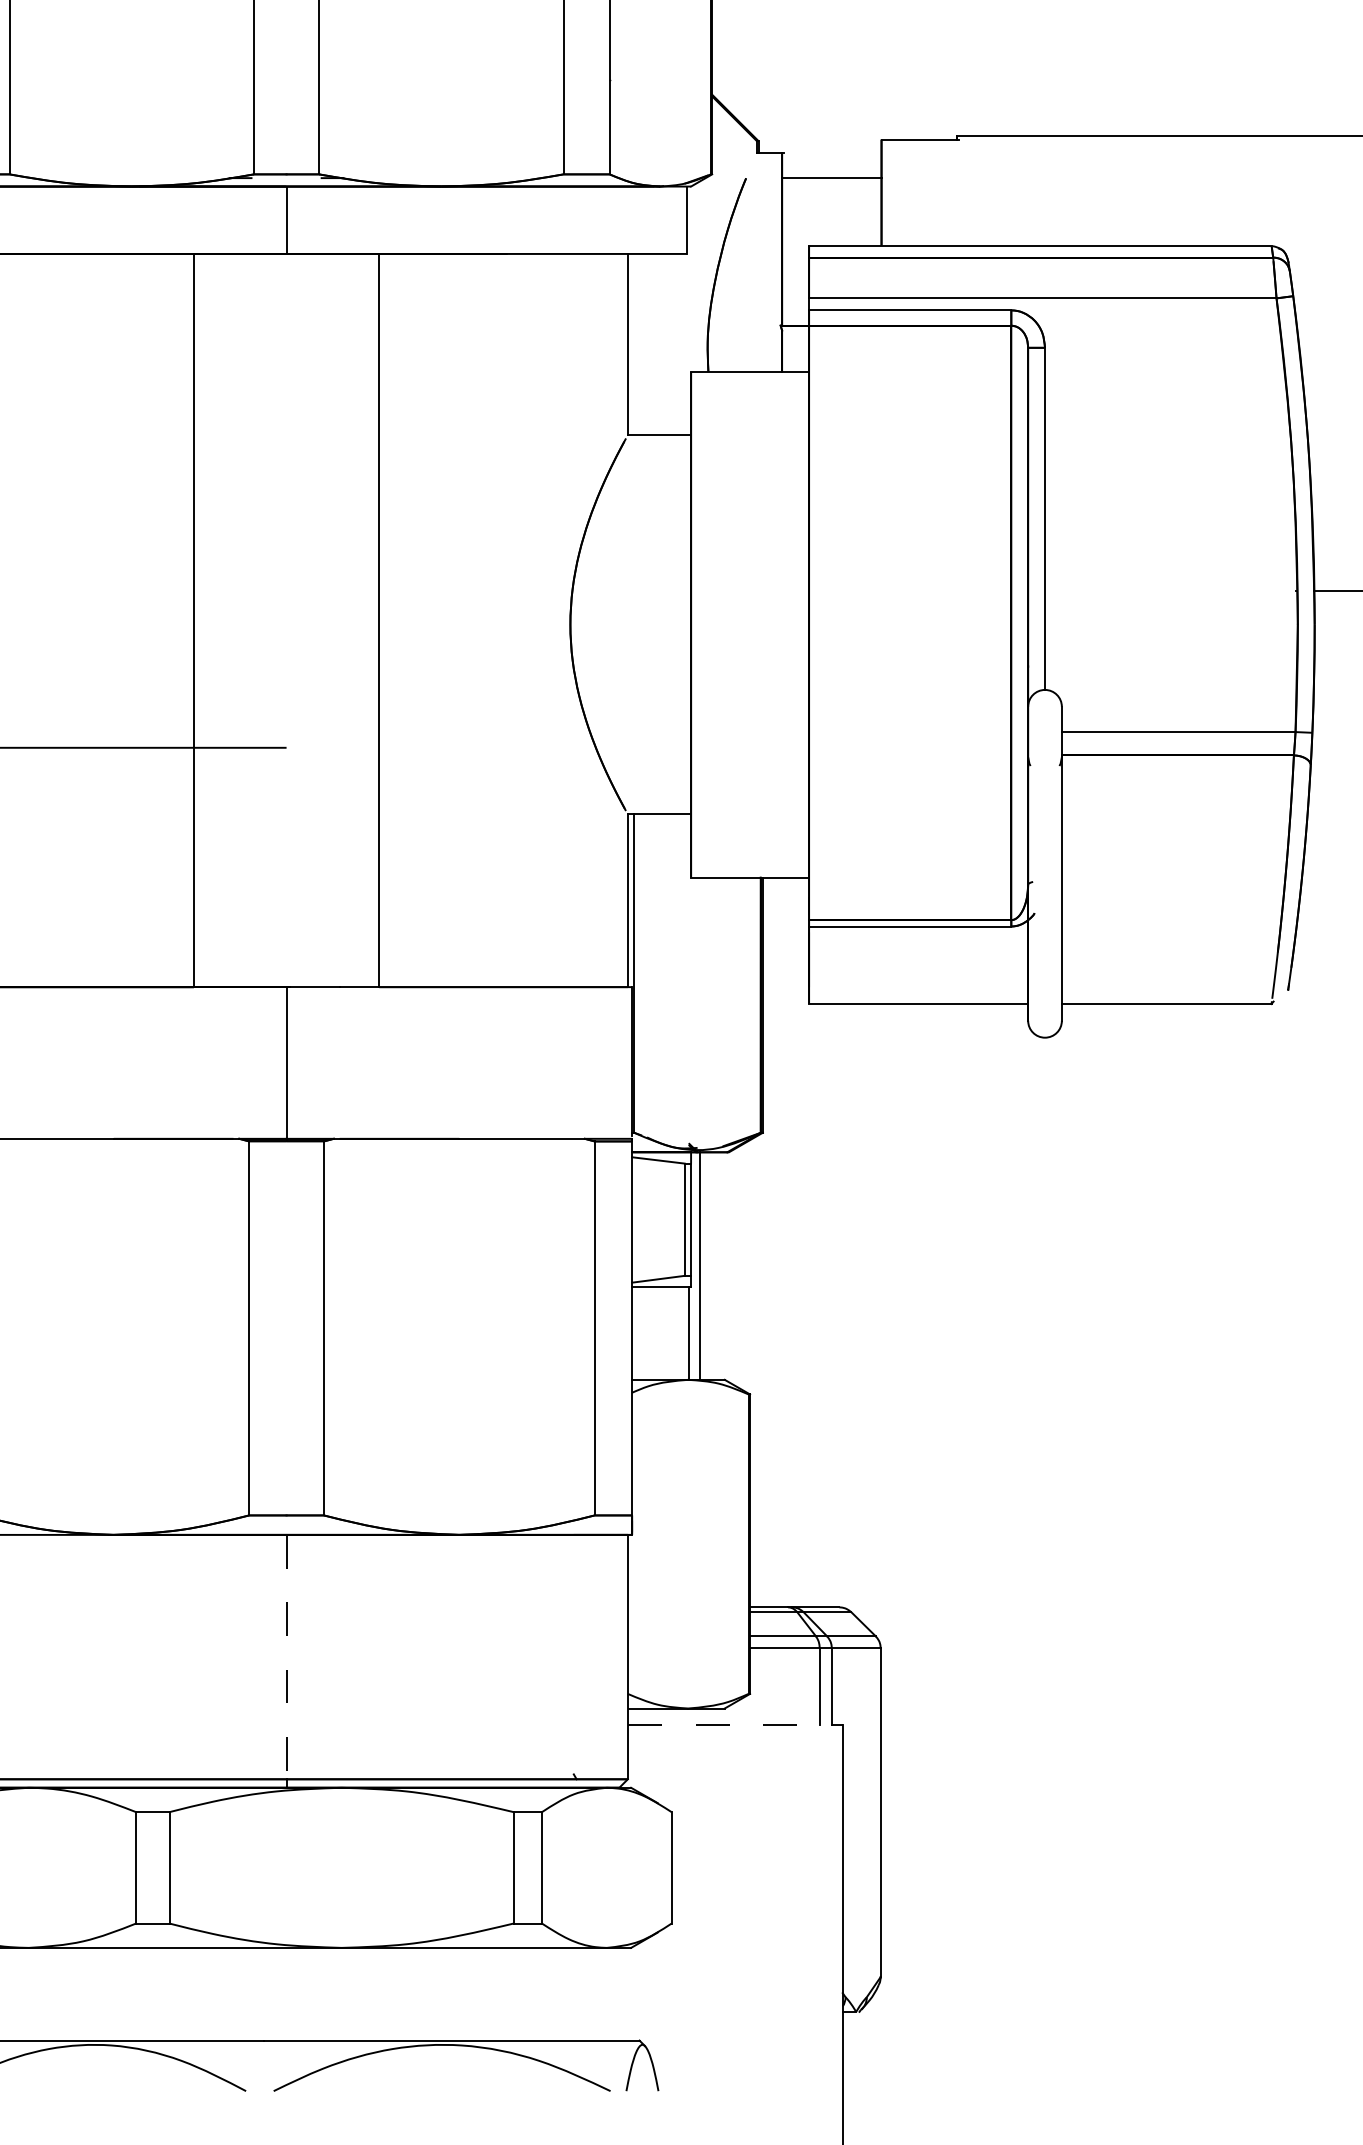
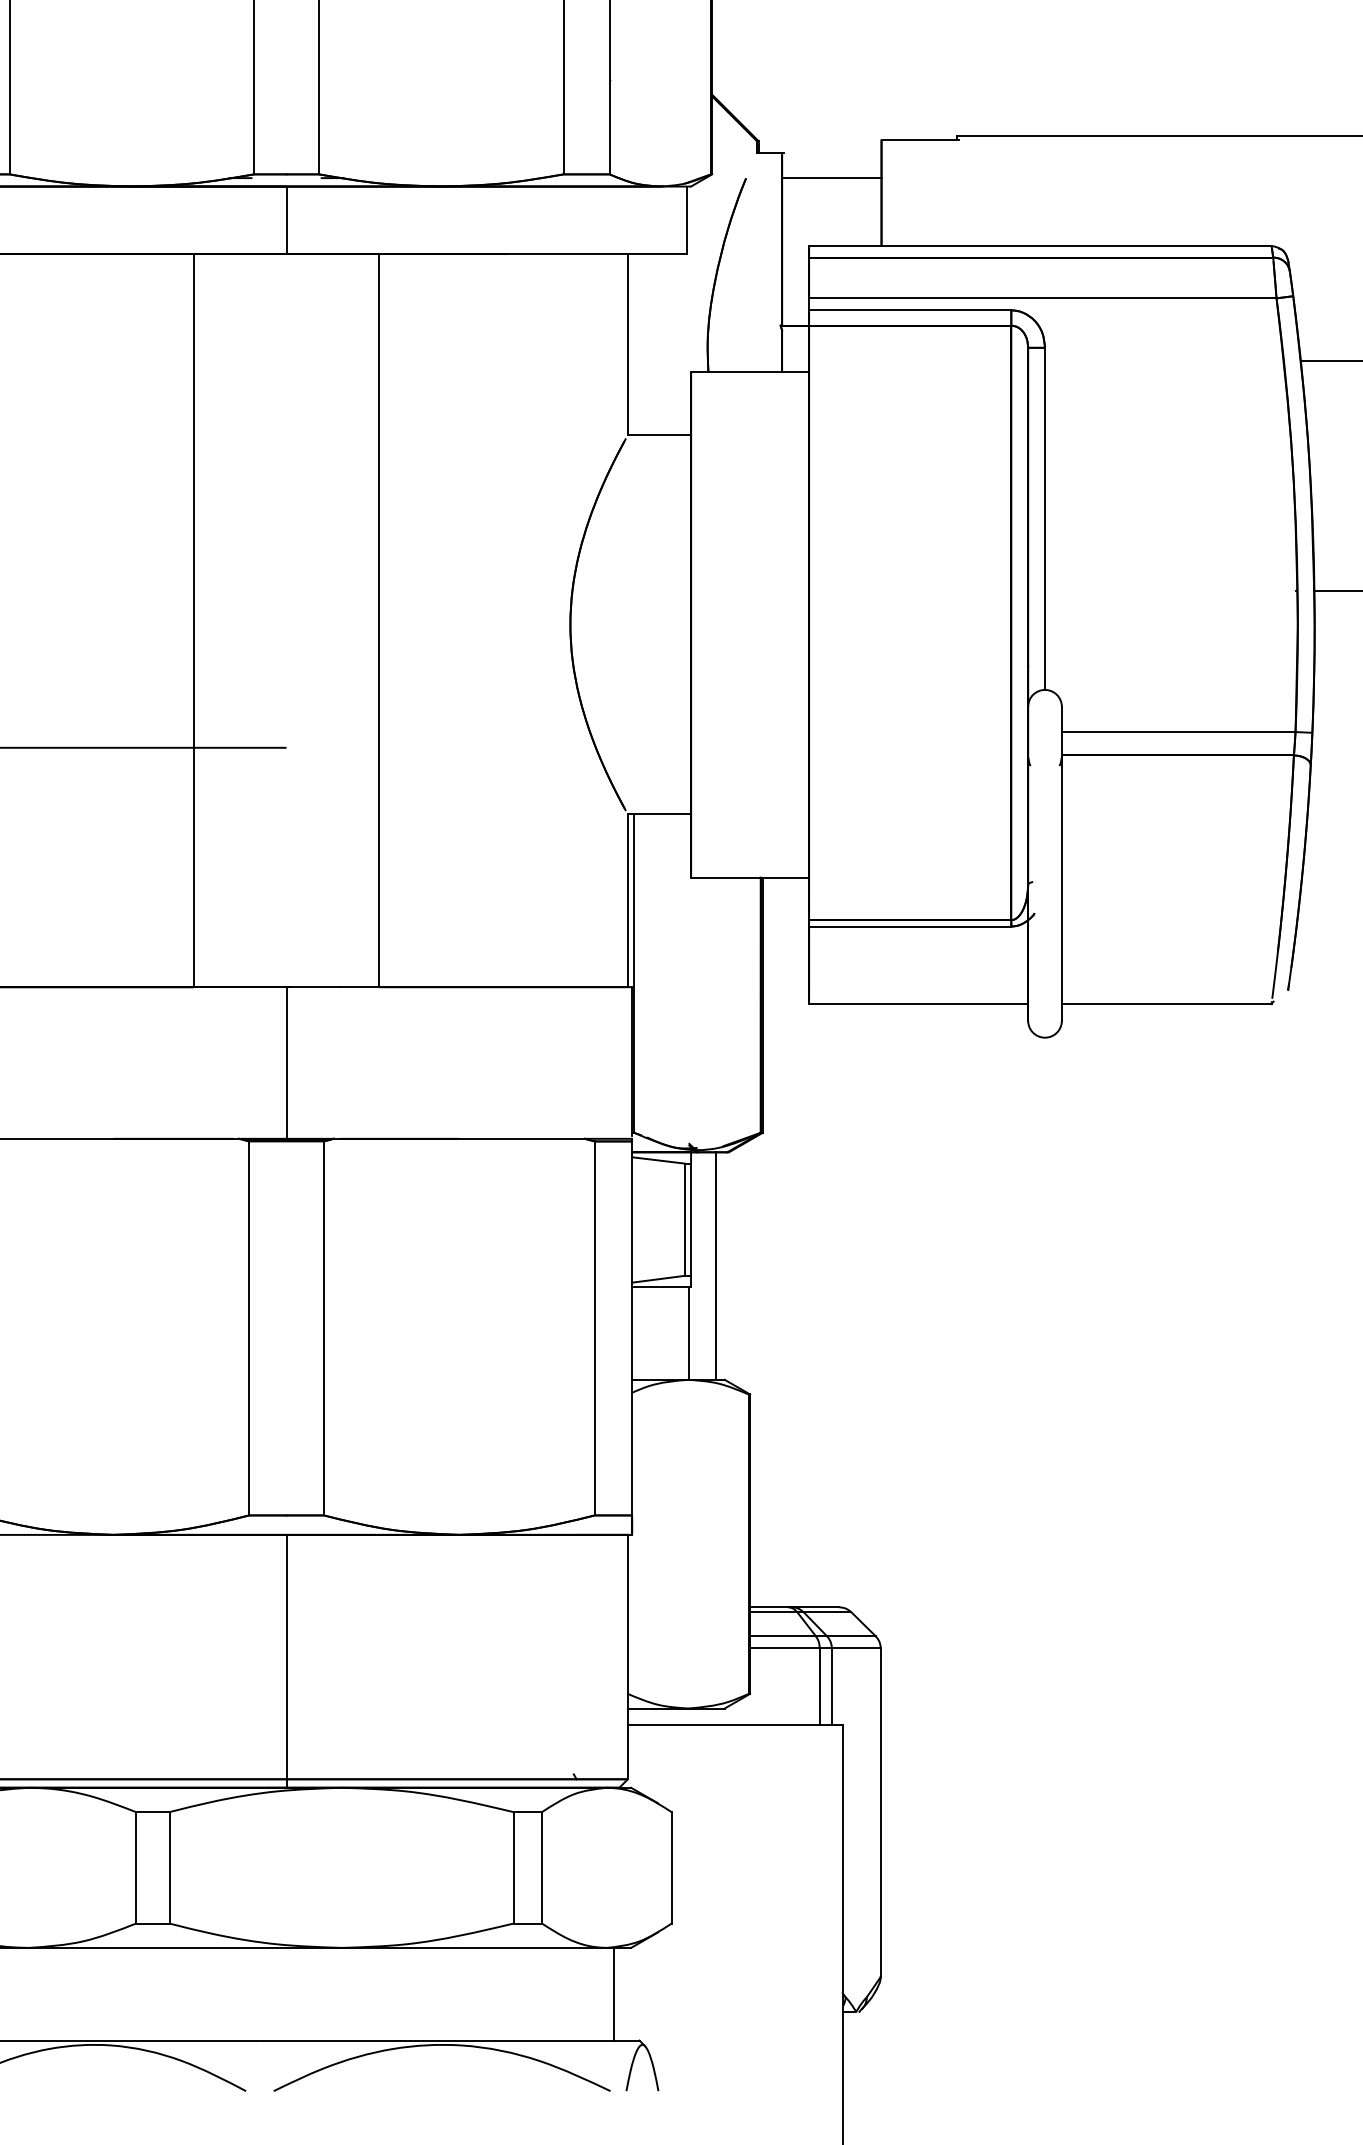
line at (1329, 360): none -> present
line at (700, 1265) position: (700, 1265) -> (716, 1265)
line at (286, 1657): dashed -> solid
line at (736, 1725): dashed -> solid
line at (614, 1993): none -> present
